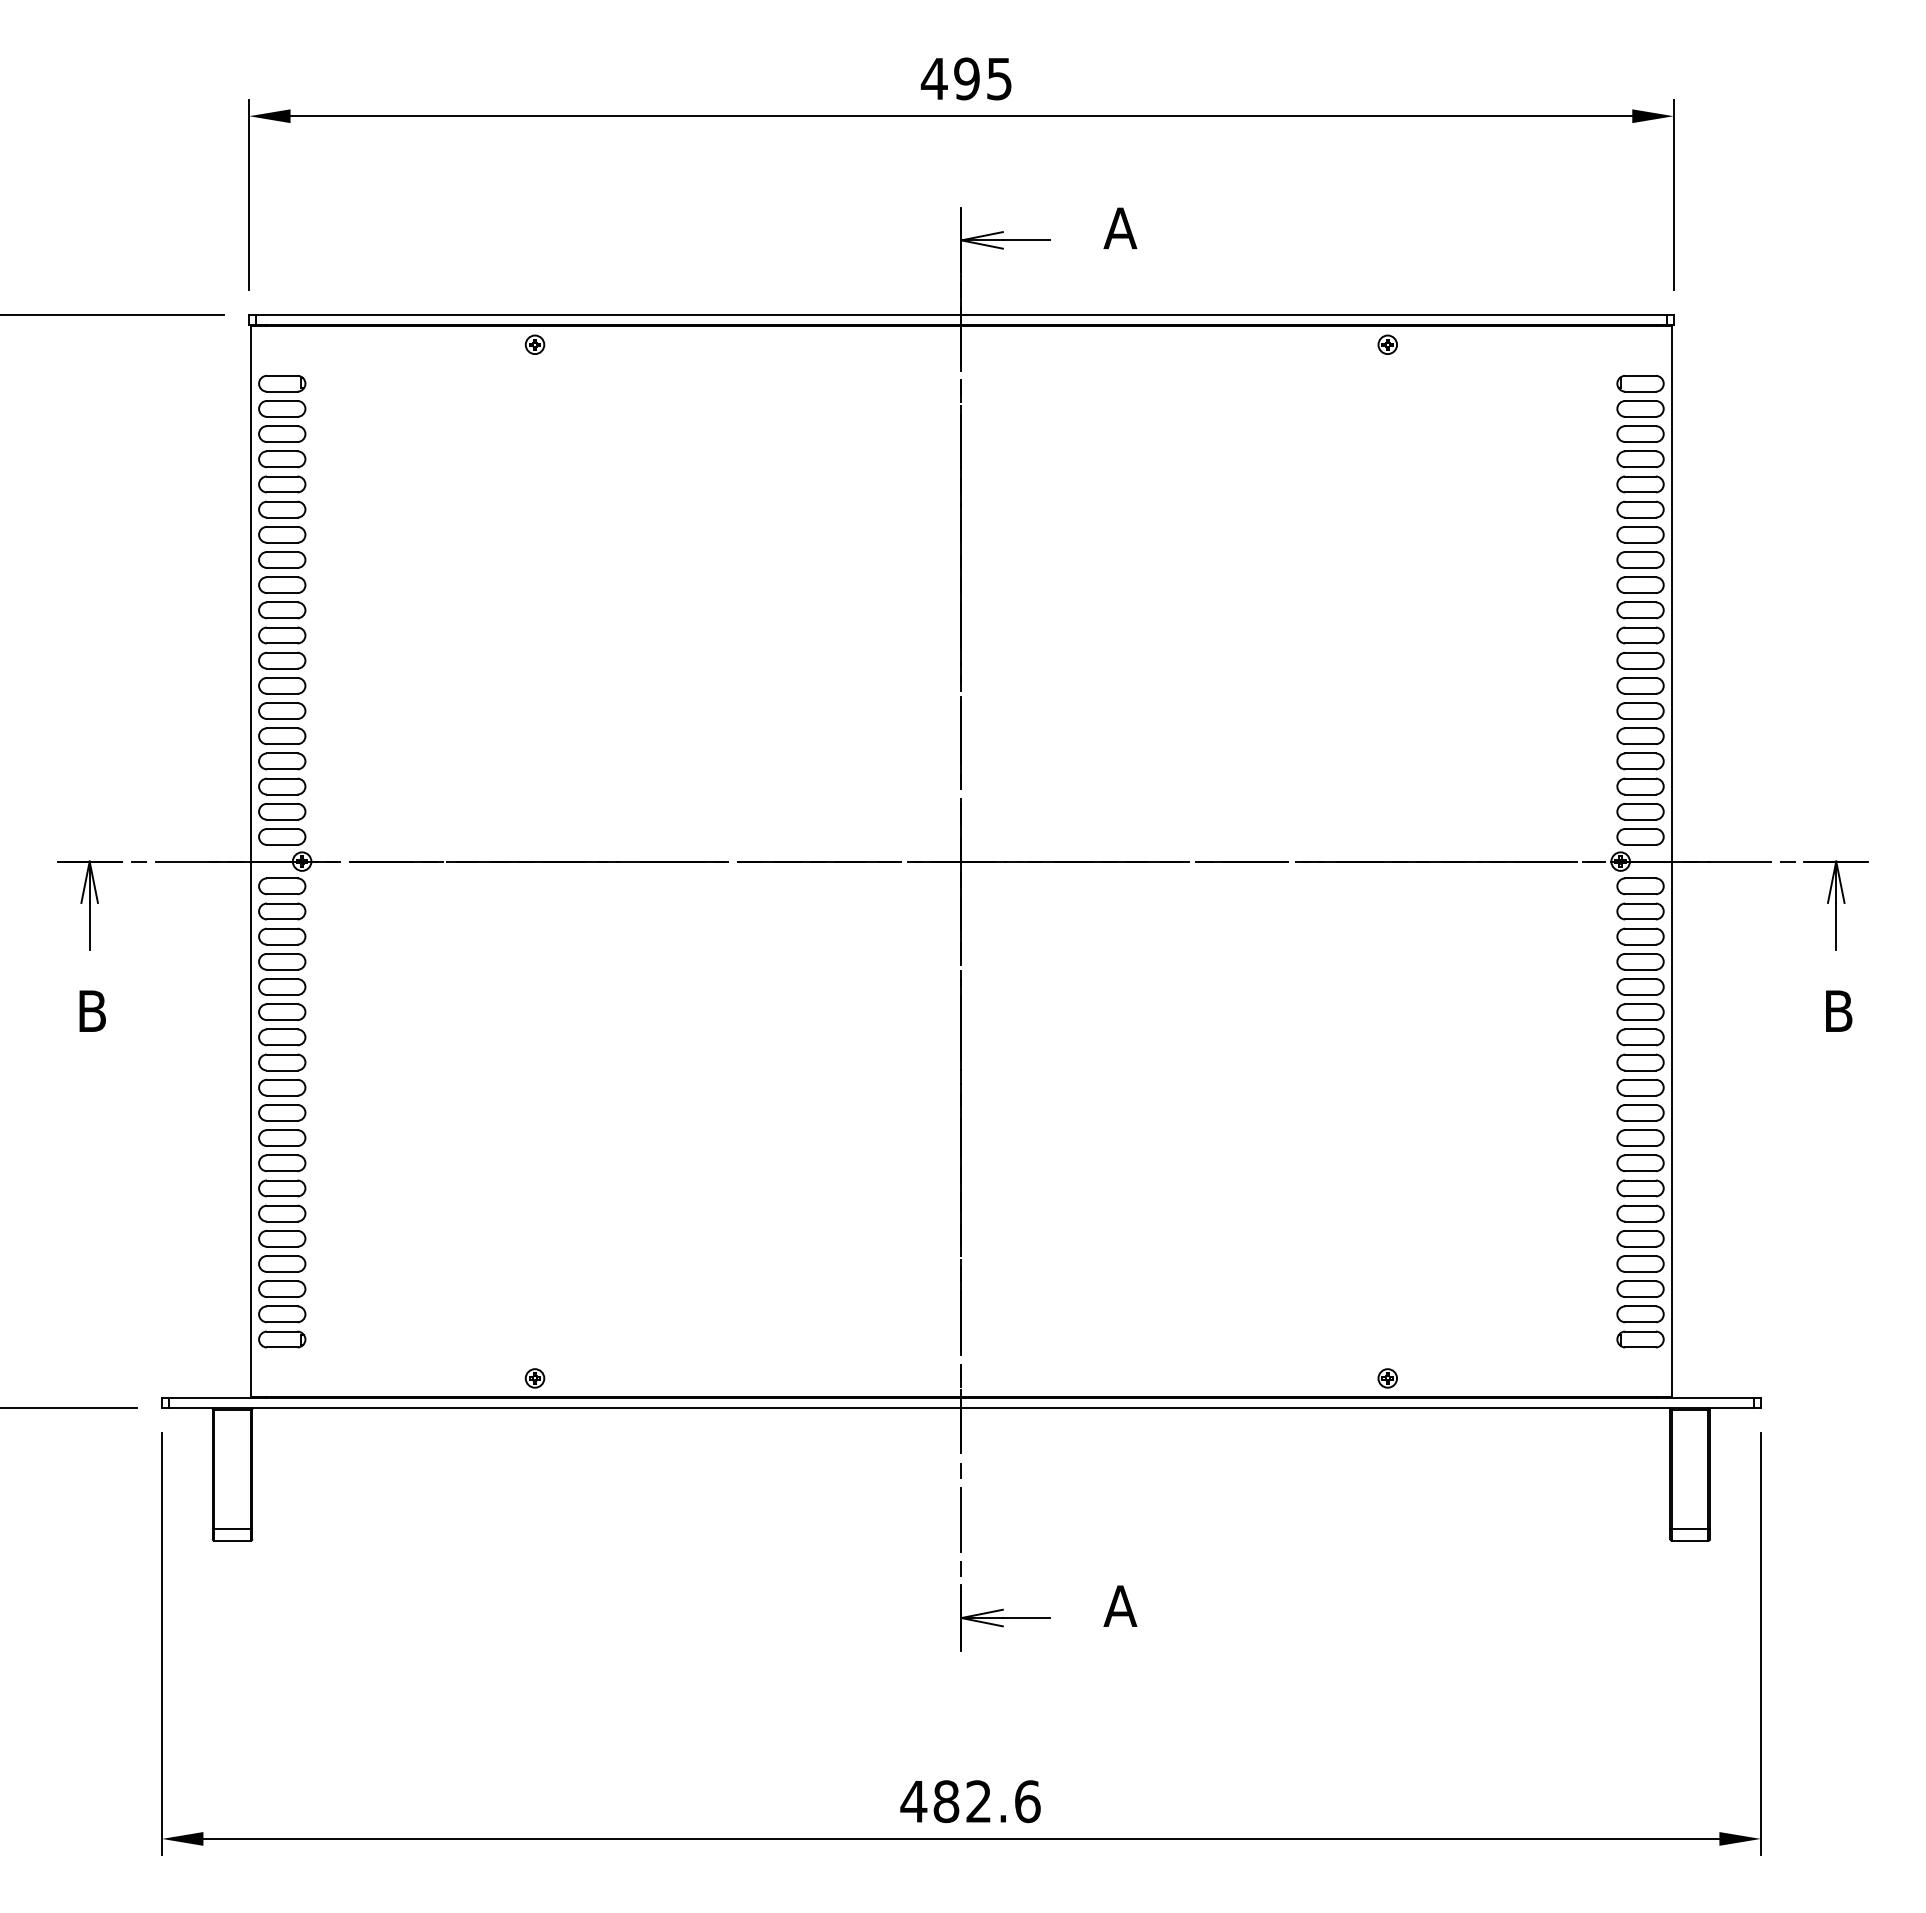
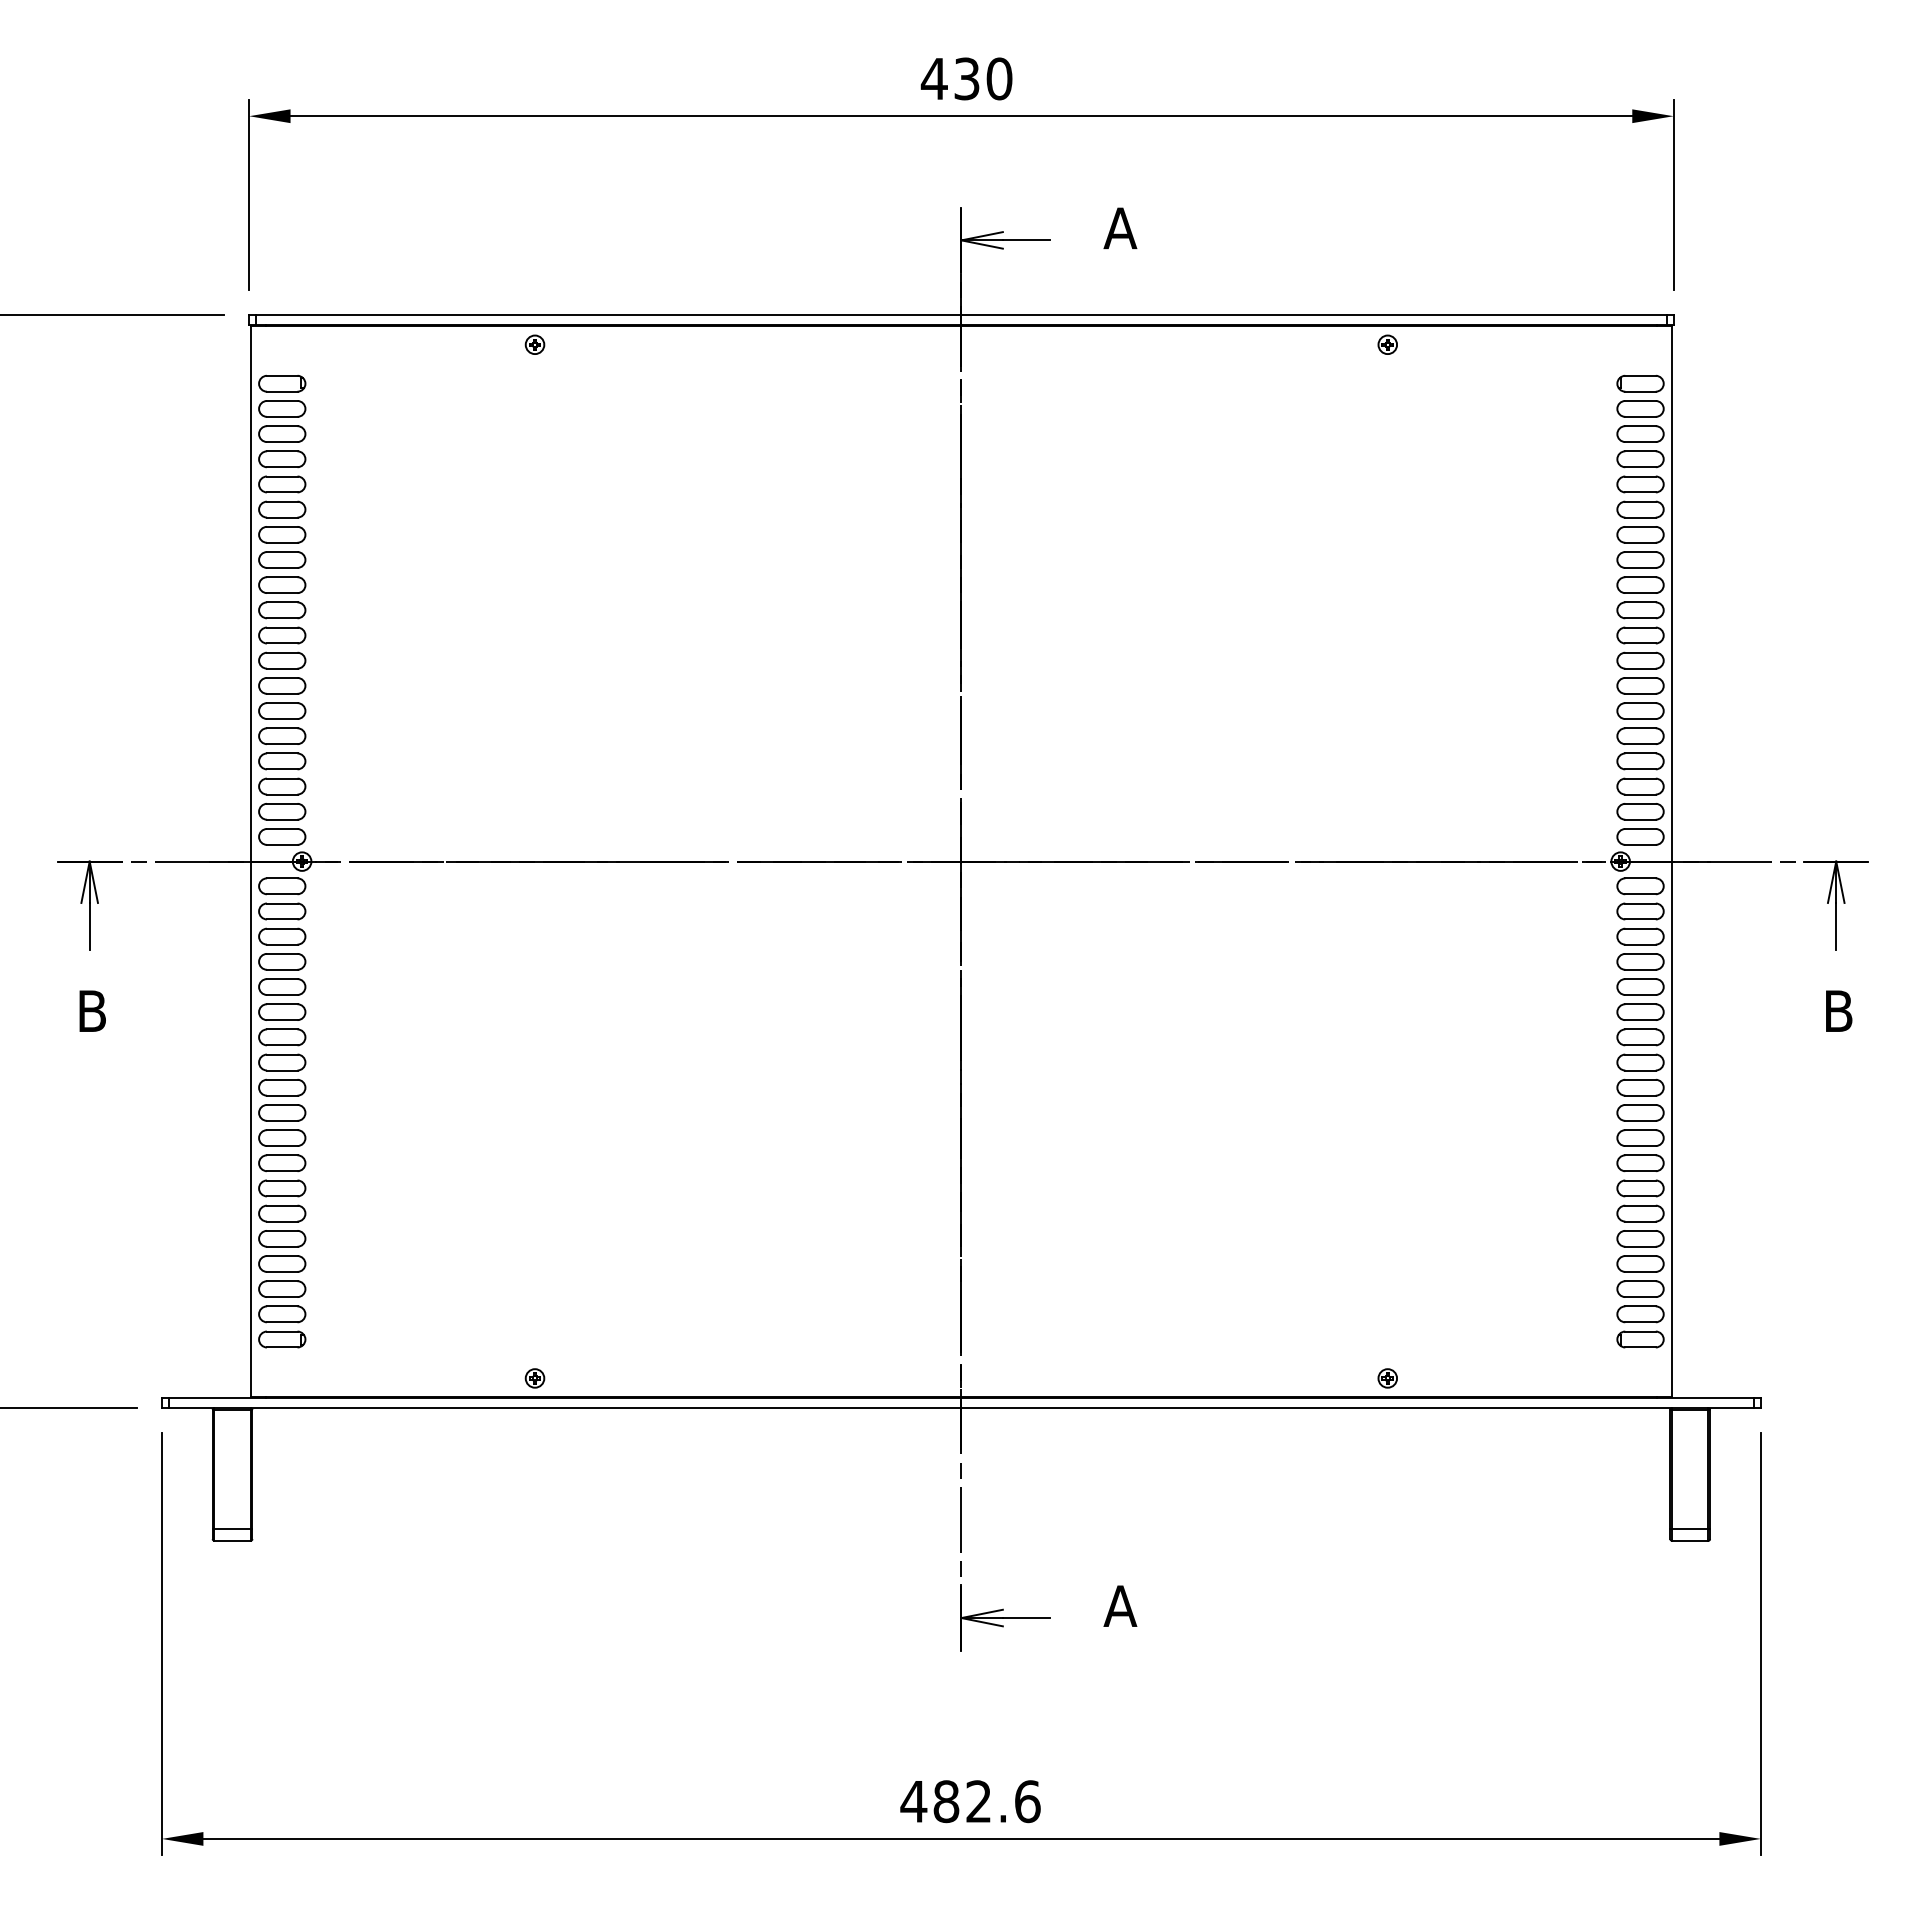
text at (983, 78): 495 -> 430
